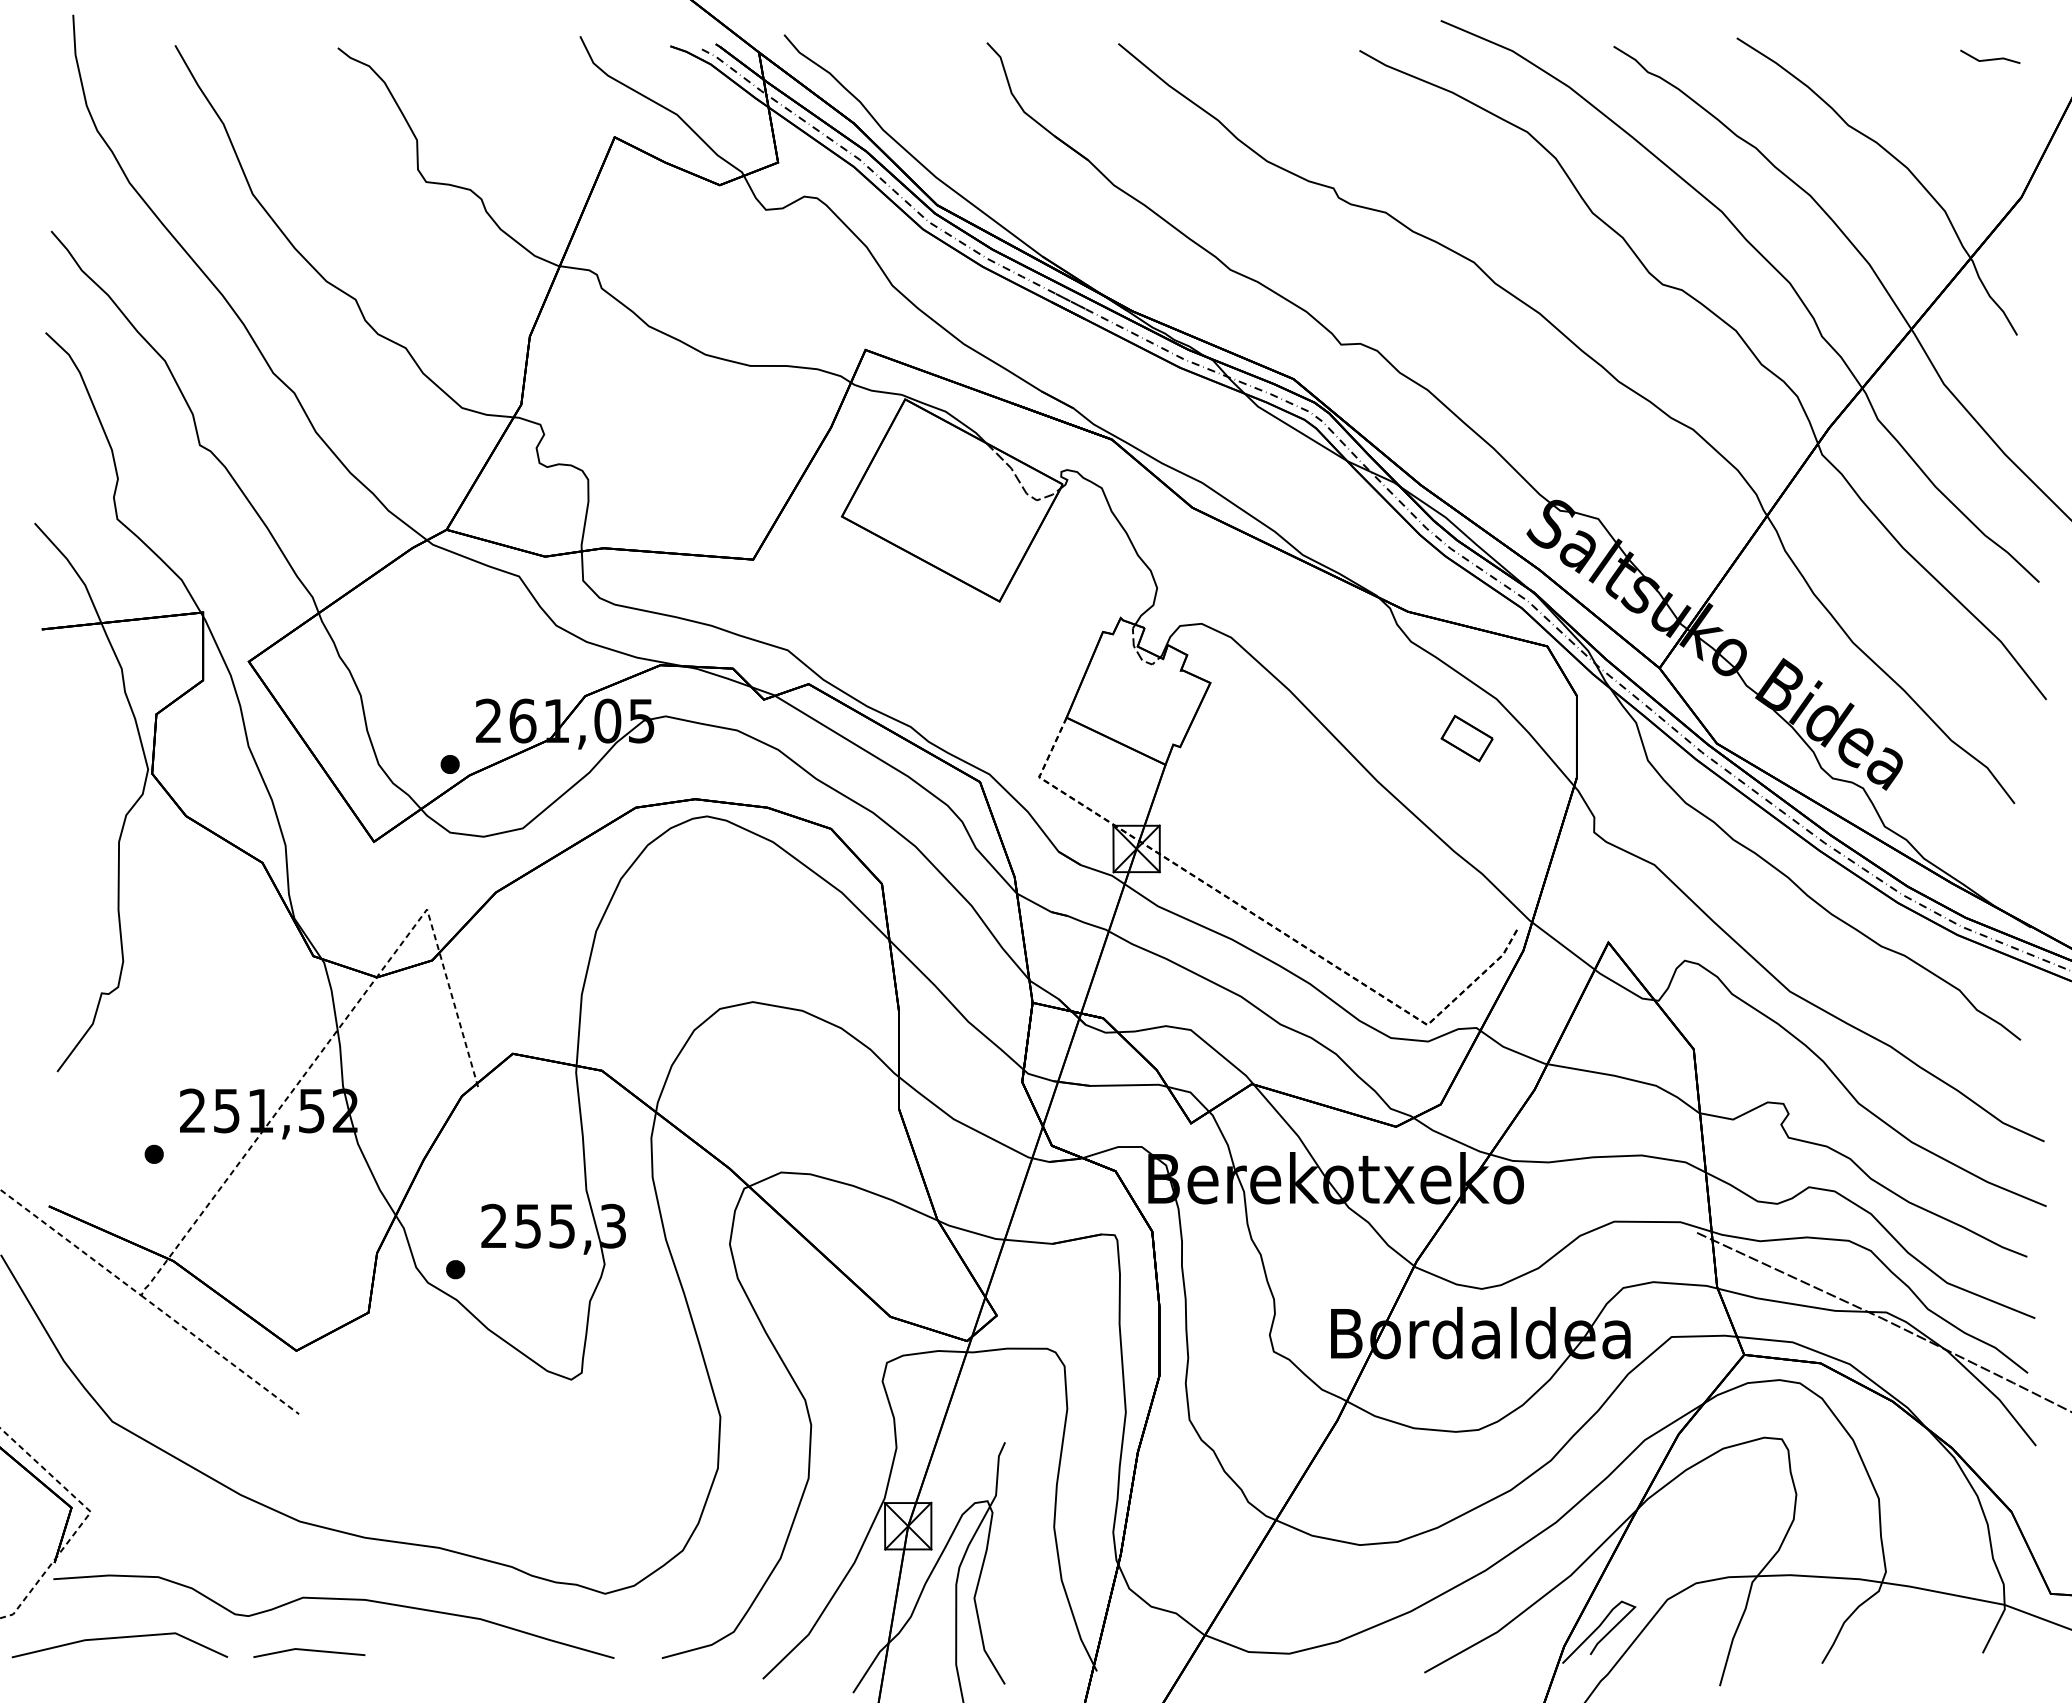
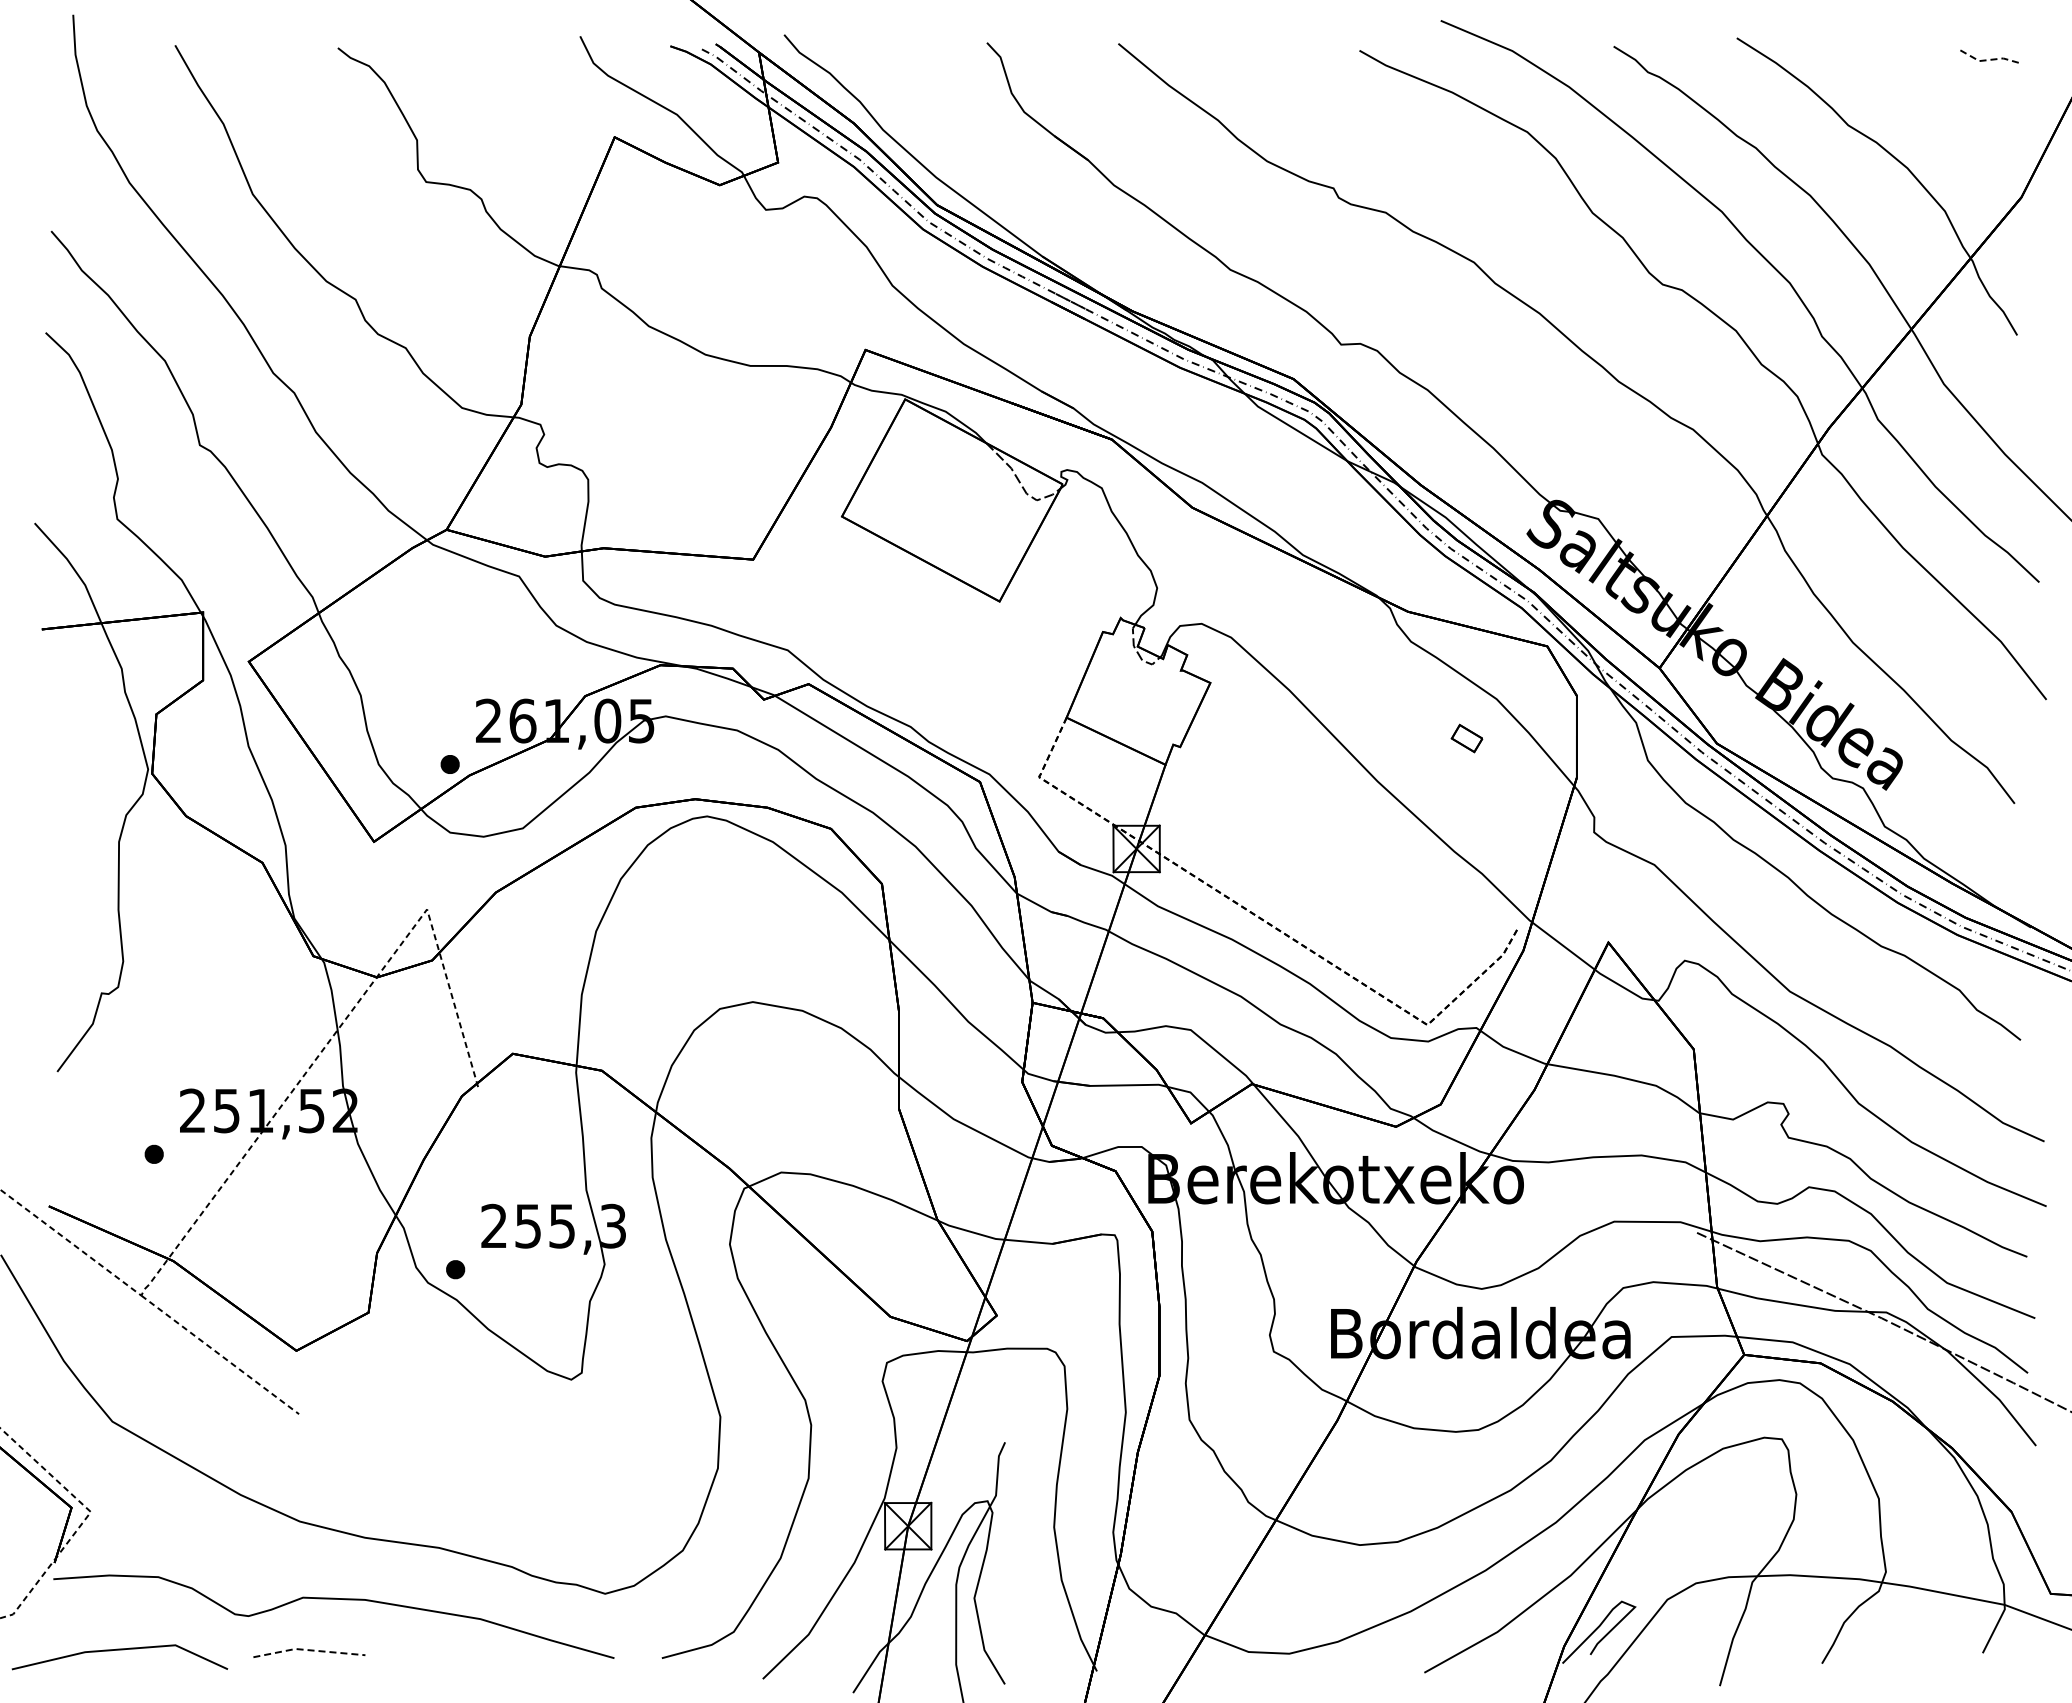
line at (1989, 59): solid -> dashed
part at (1466, 738) size: 54x49 px -> 34x31 px
line at (119, 1638) position: (119, 1638) -> (119, 1650)
line at (309, 1650): solid -> dashed
